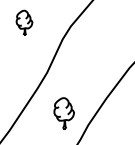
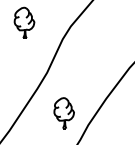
part at (24, 22) size: 19x27 px -> 23x33 px
